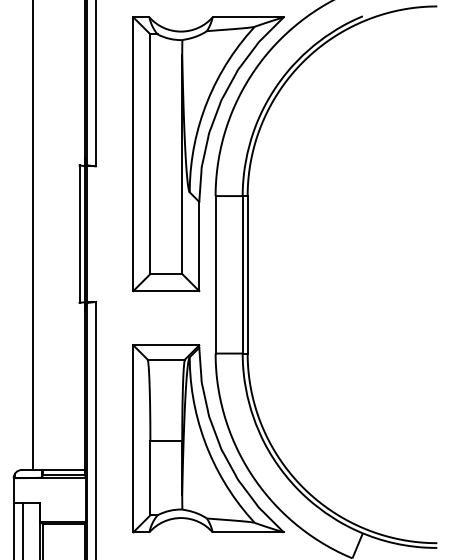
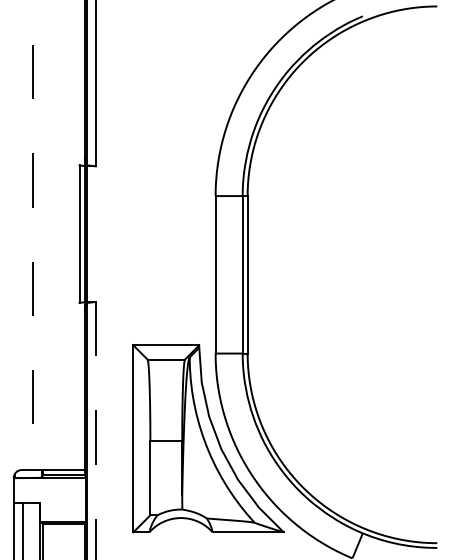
part at (208, 154): present -> none
line at (32, 235): solid -> dashed
line at (95, 430): solid -> dashed
